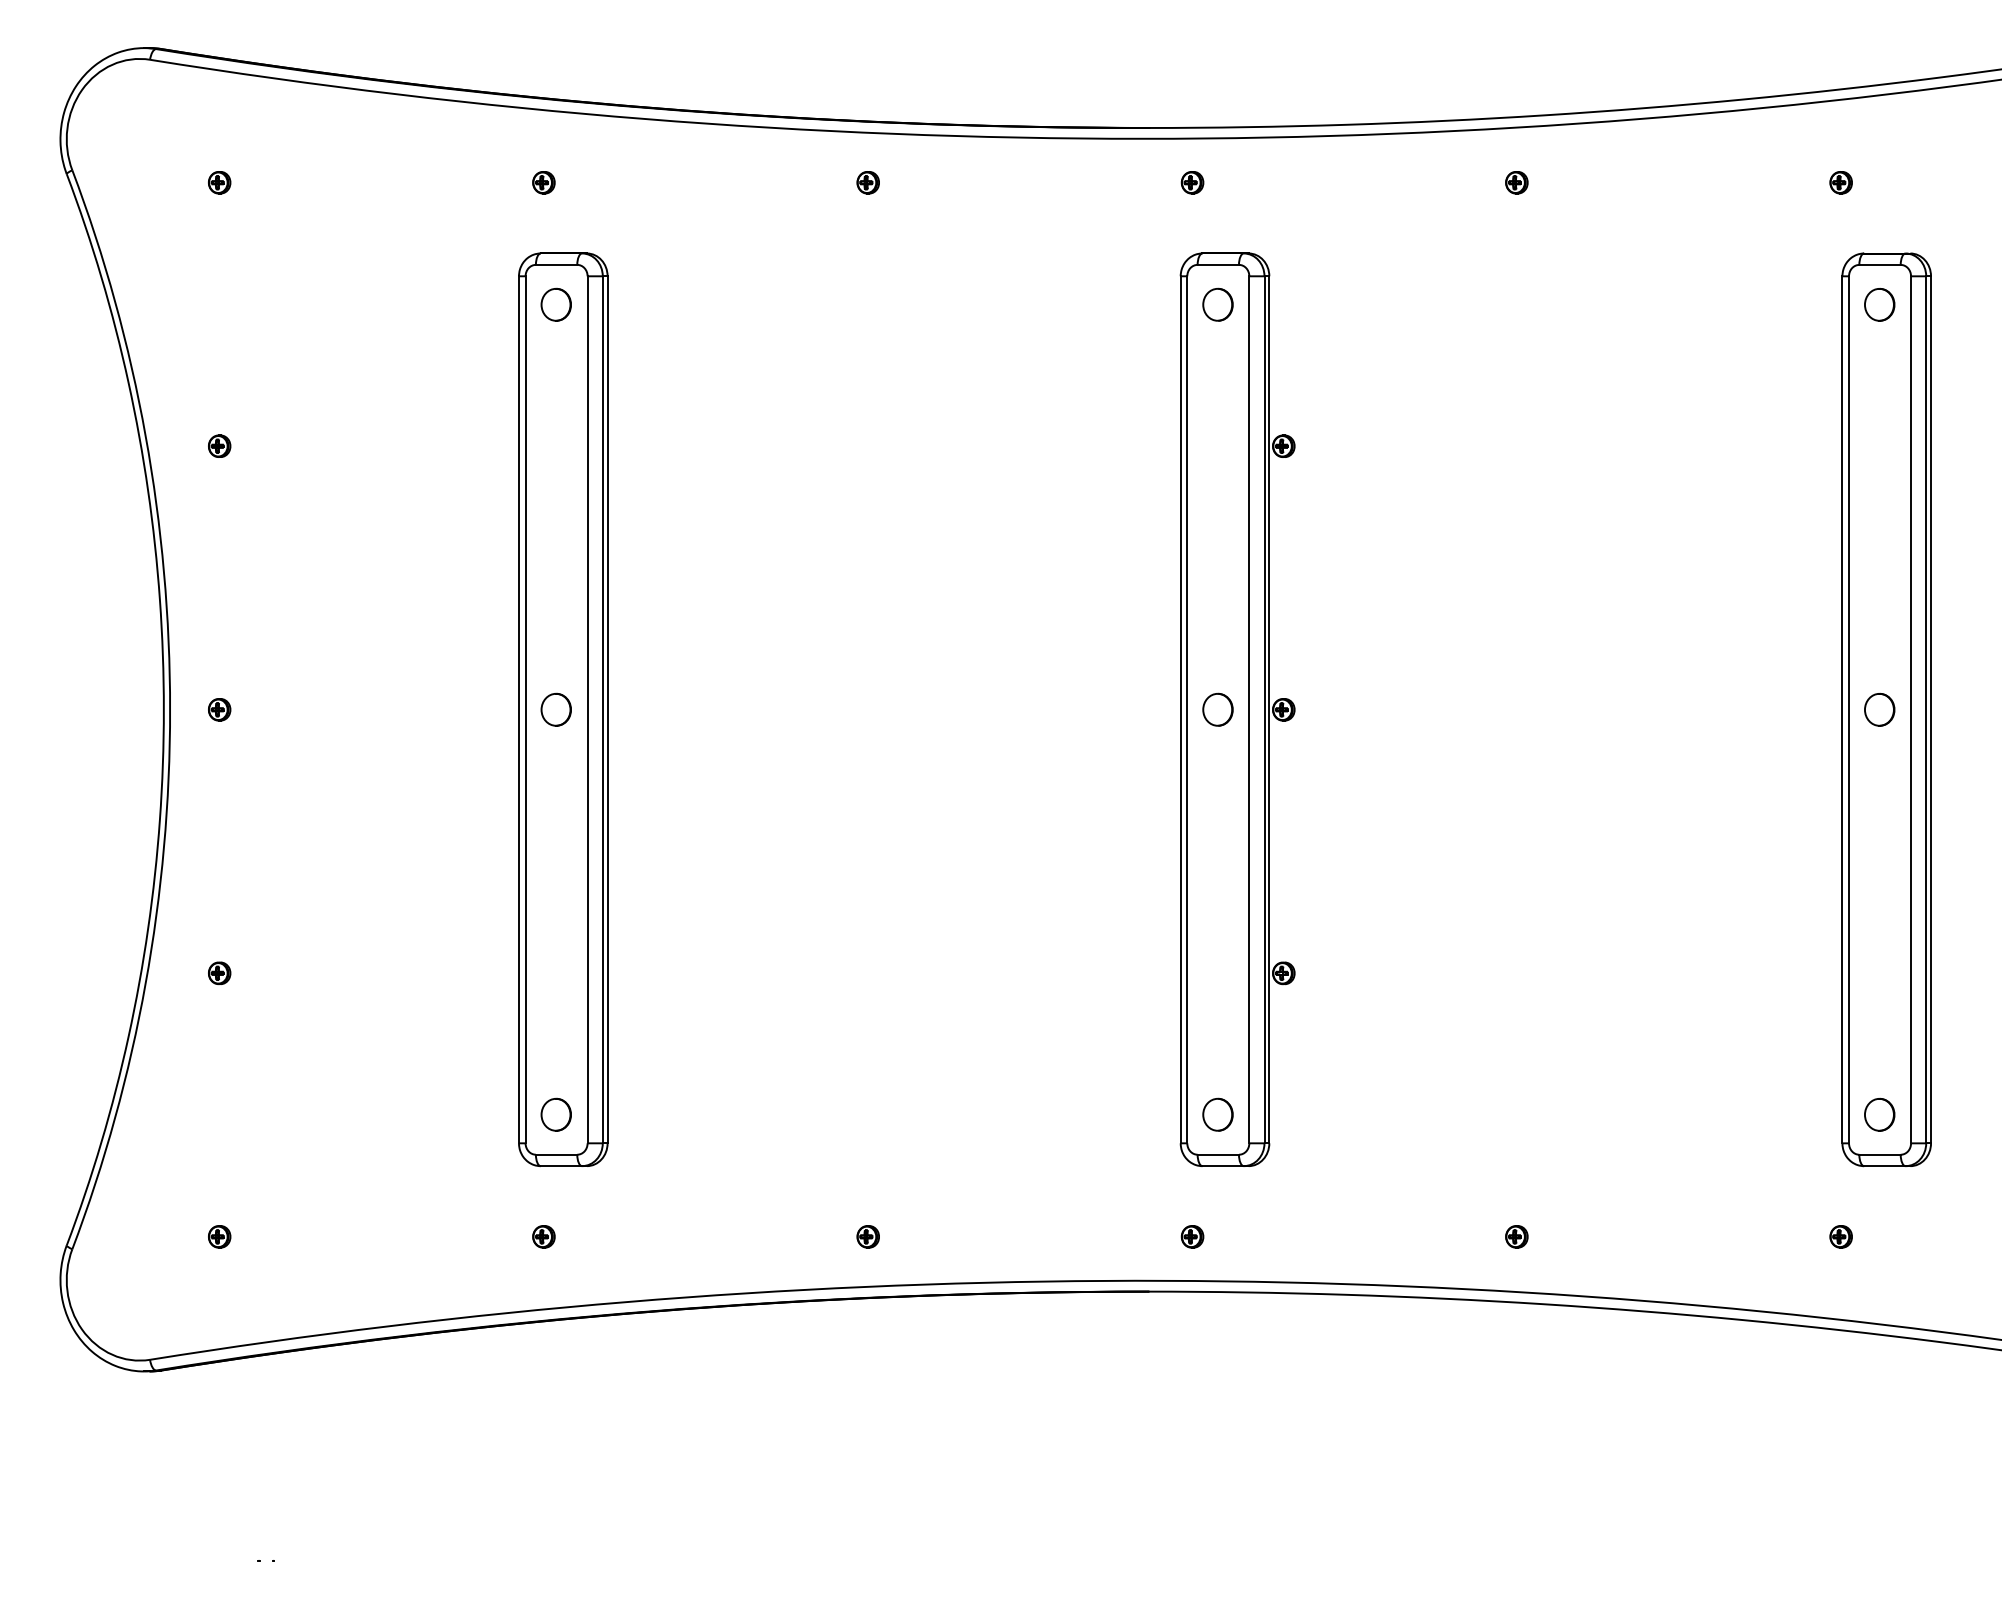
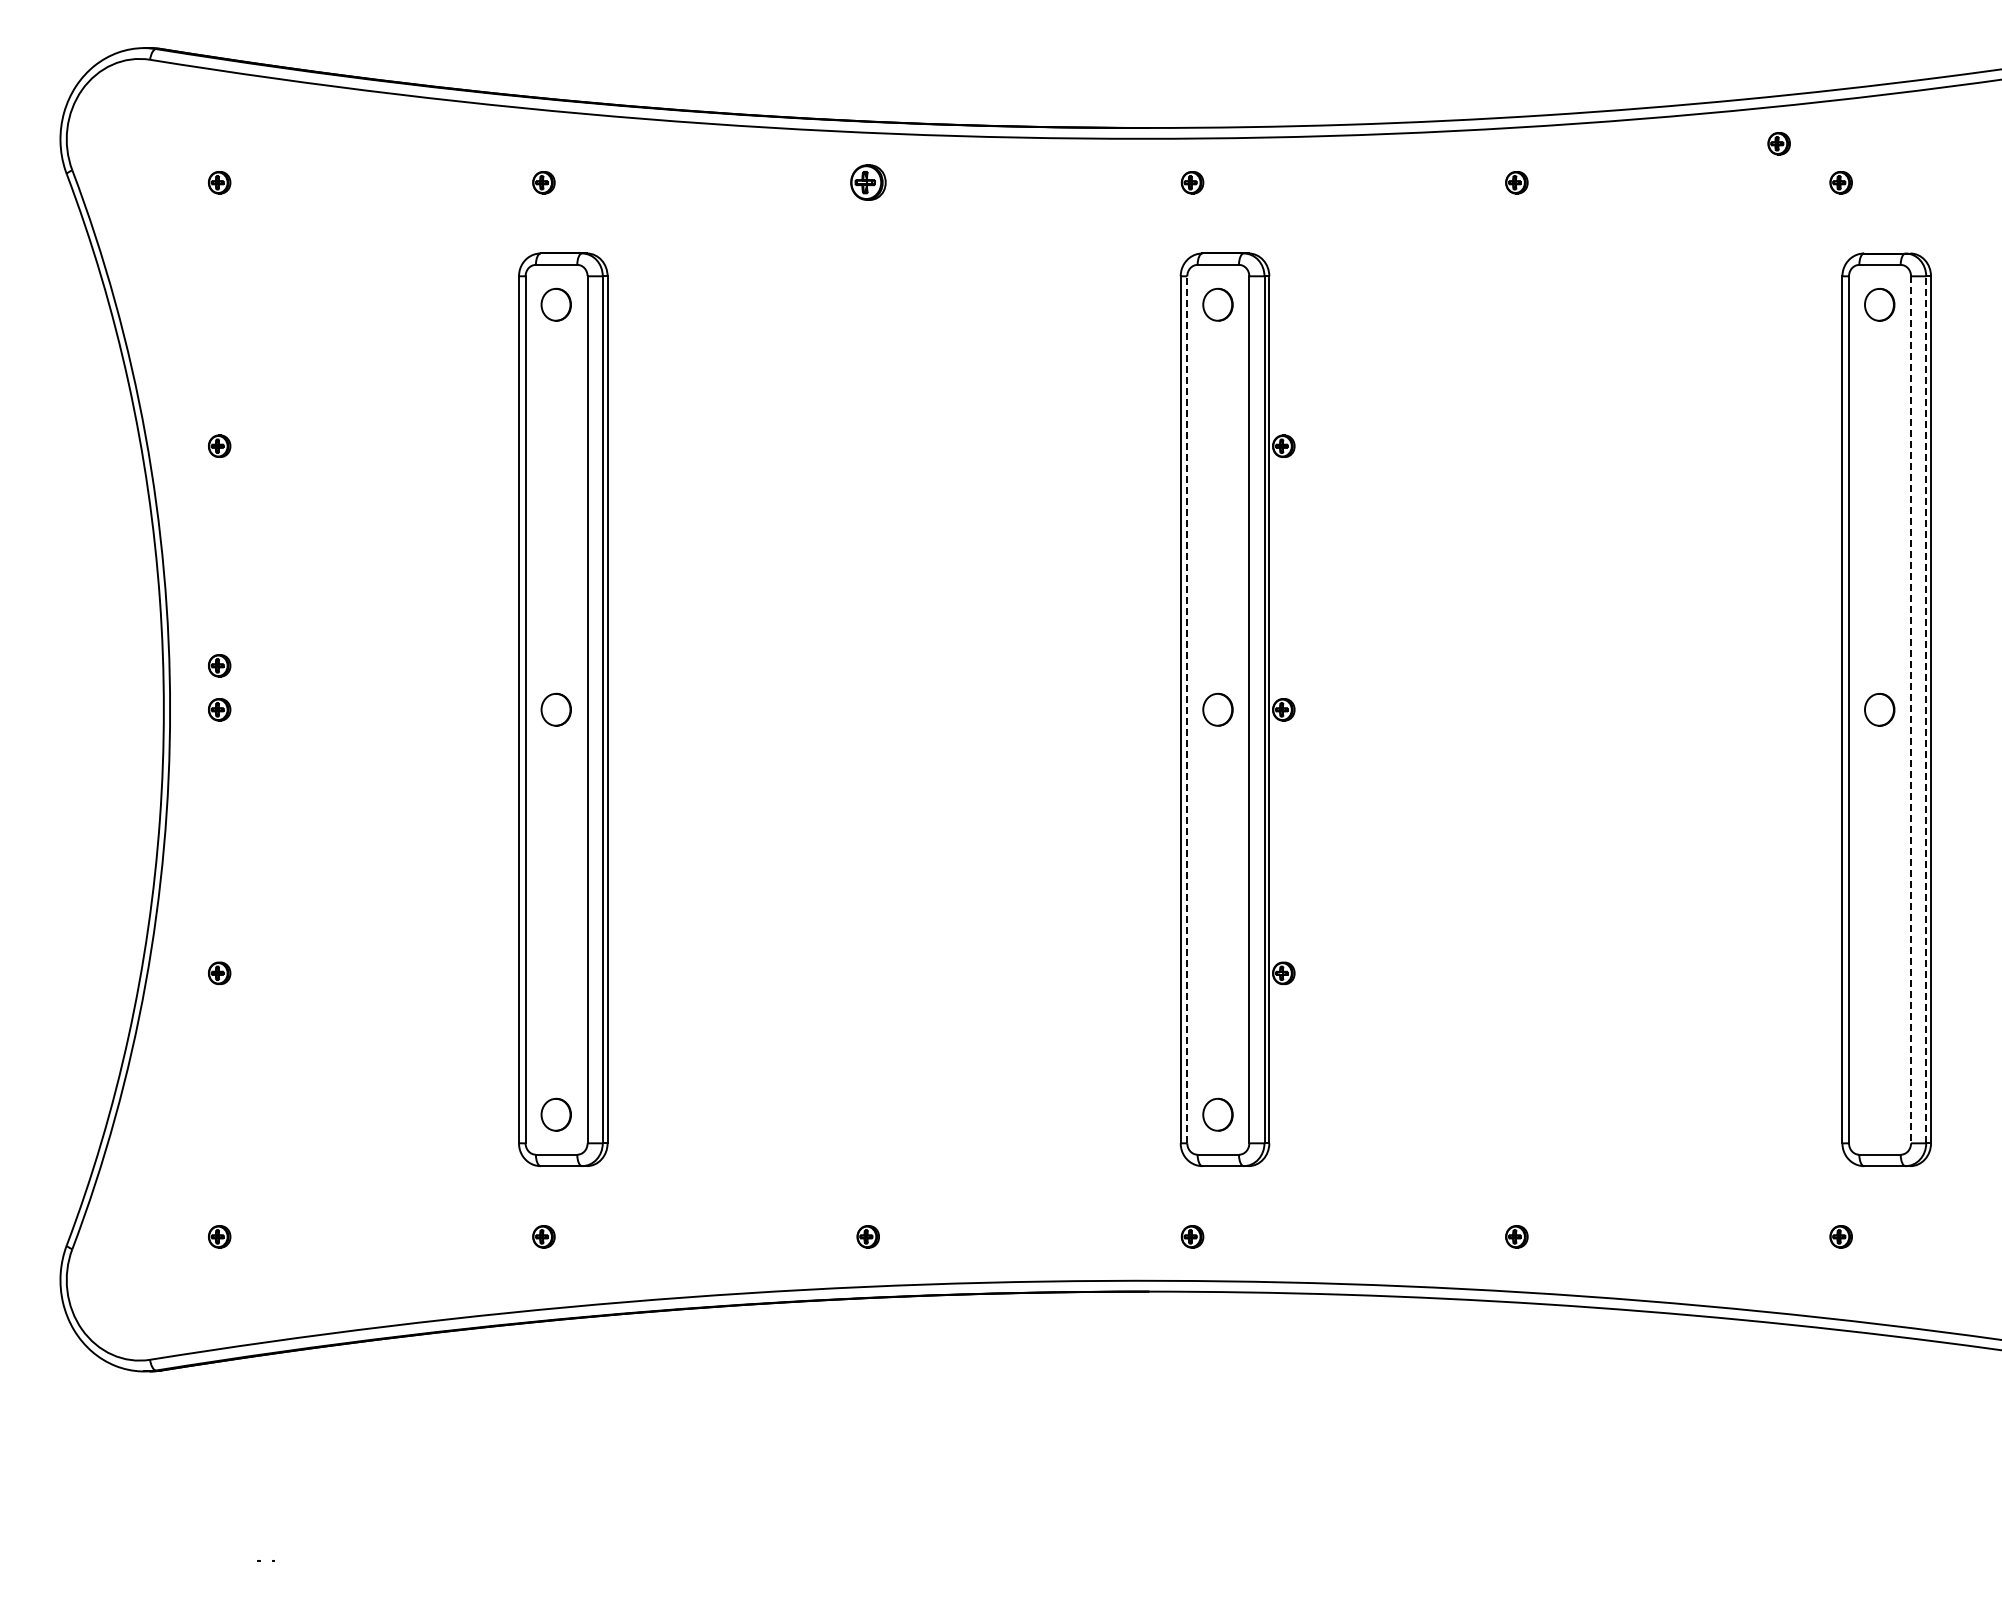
part at (1778, 143): none -> present
part at (867, 182) size: 24x24 px -> 37x37 px
part at (219, 665): none -> present
line at (1187, 709): solid -> dashed
line at (1911, 709): solid -> dashed
line at (1926, 709): solid -> dashed
part at (1879, 1114): present -> none
